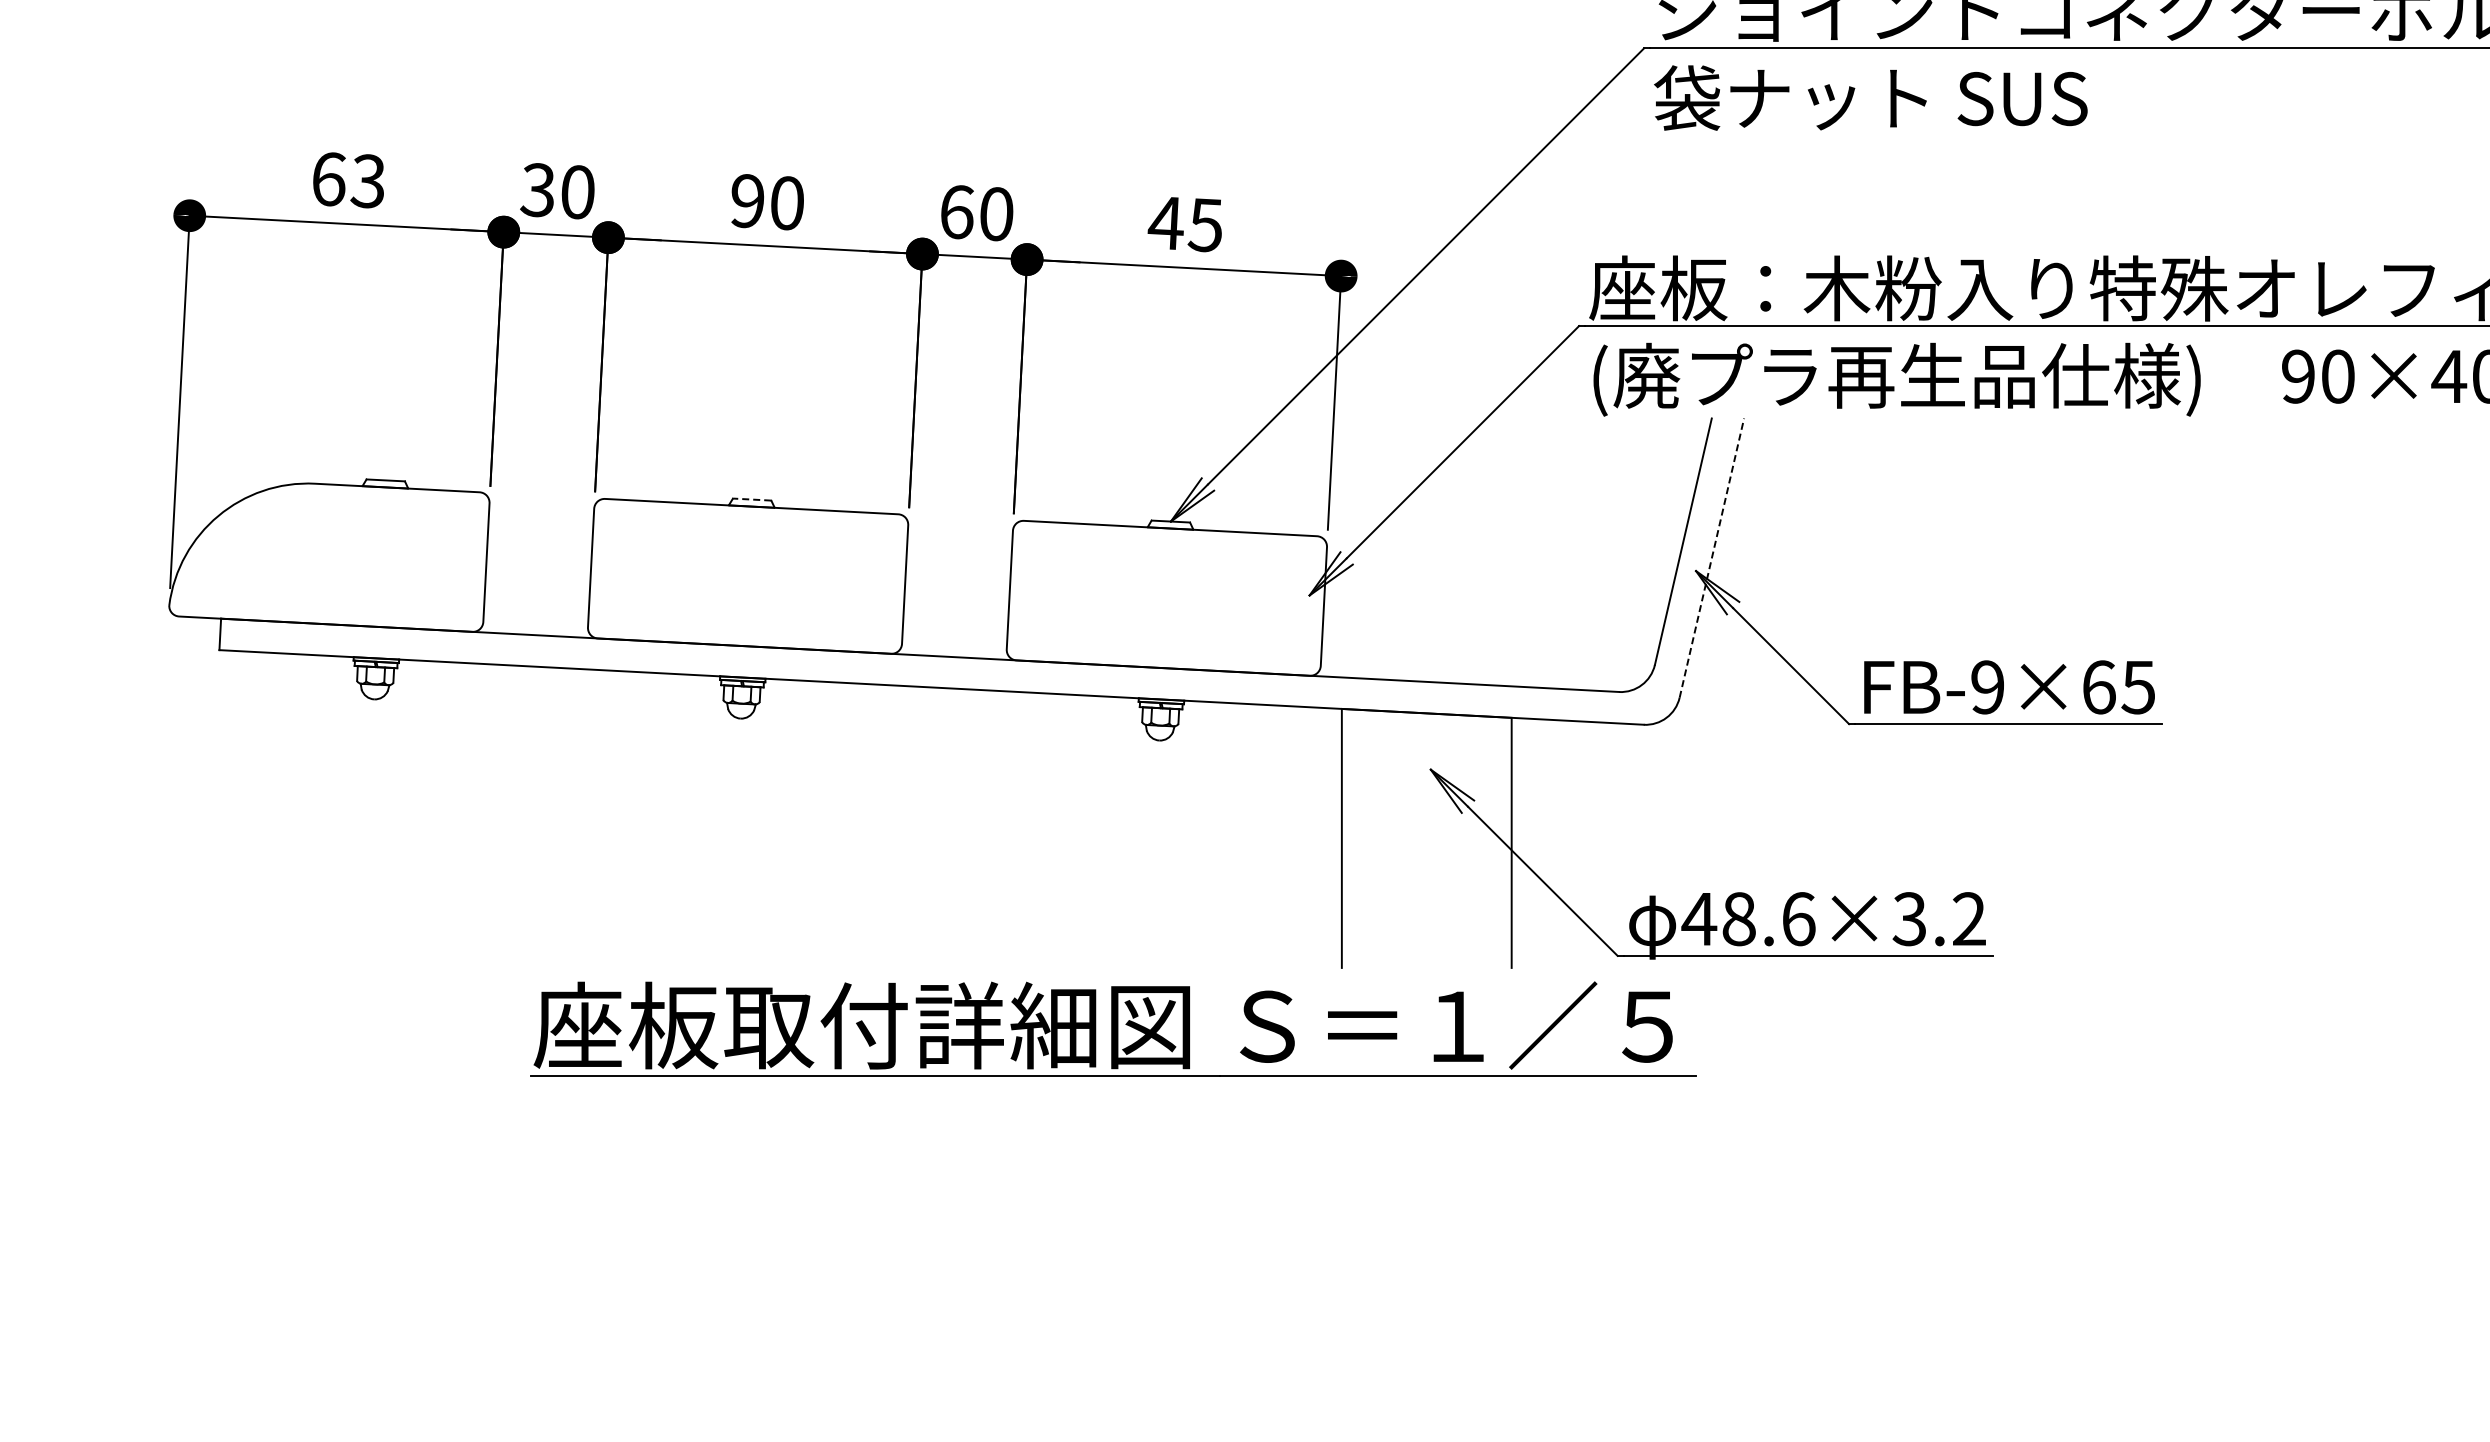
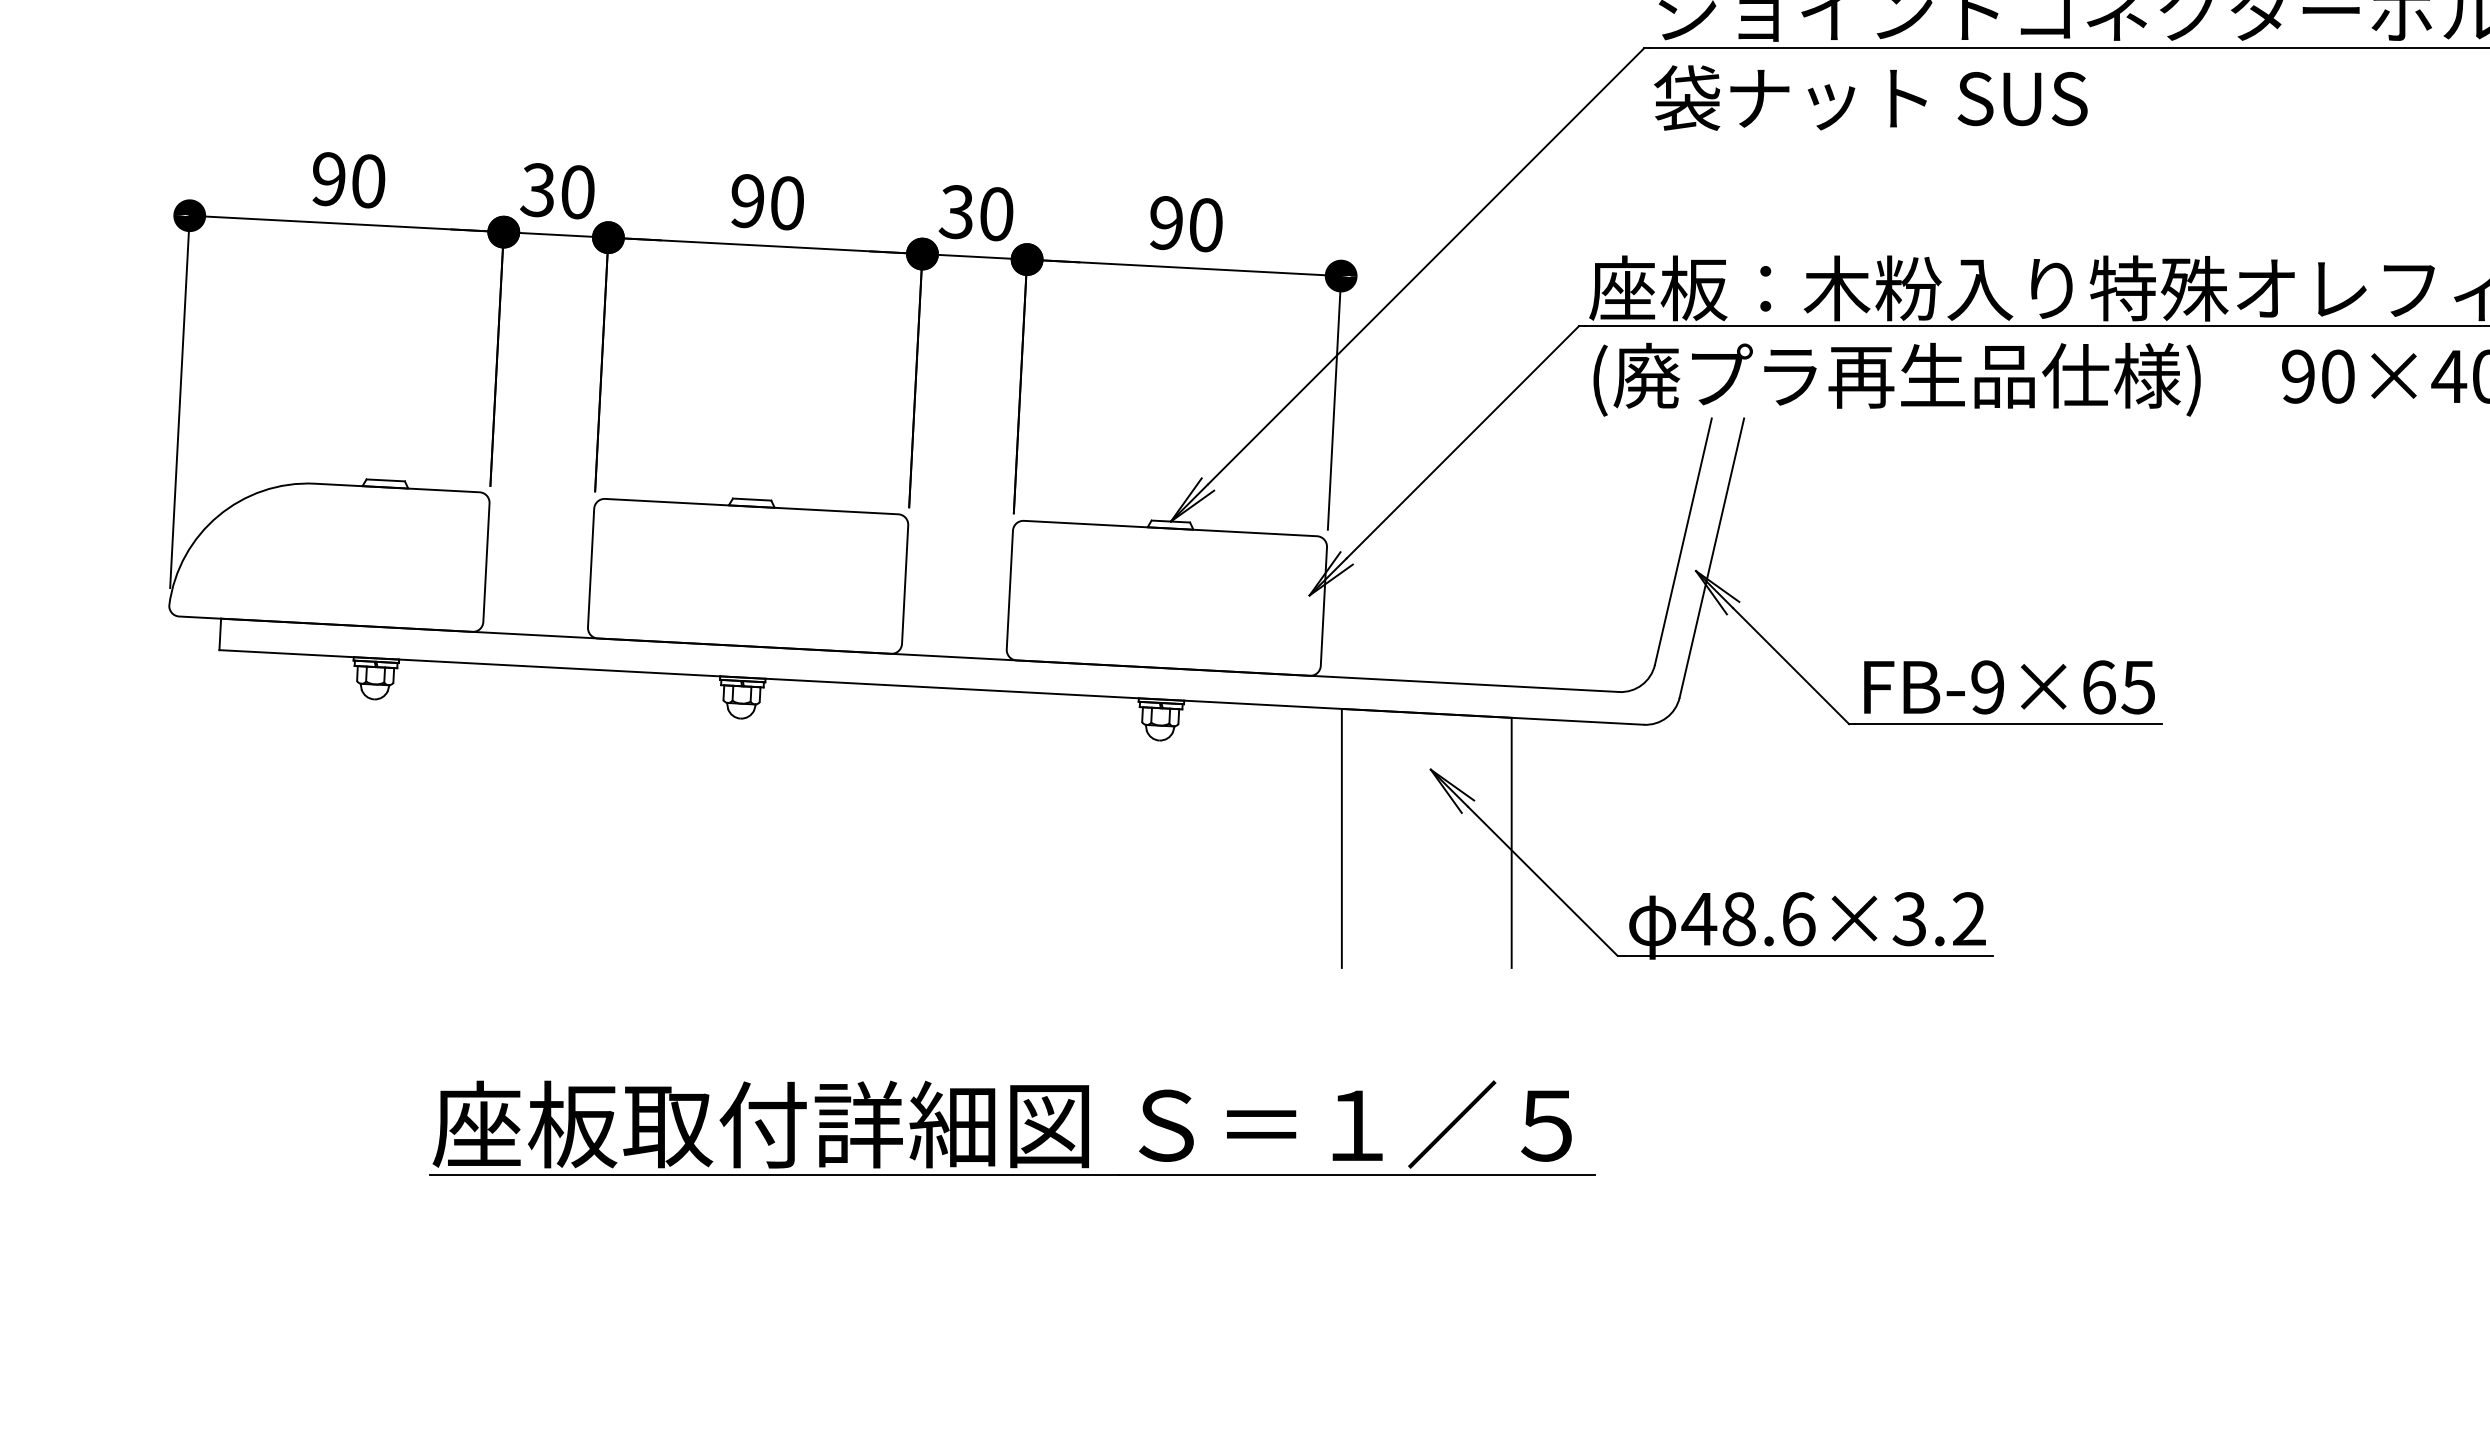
text at (348, 180): 63 -> 90
text at (955, 212): 60 -> 30
text at (1184, 224): 45 -> 90
line at (751, 499): dashed -> solid
line at (1712, 557): dashed -> solid
part at (1113, 1028) position: (1113, 1028) -> (1012, 1127)
